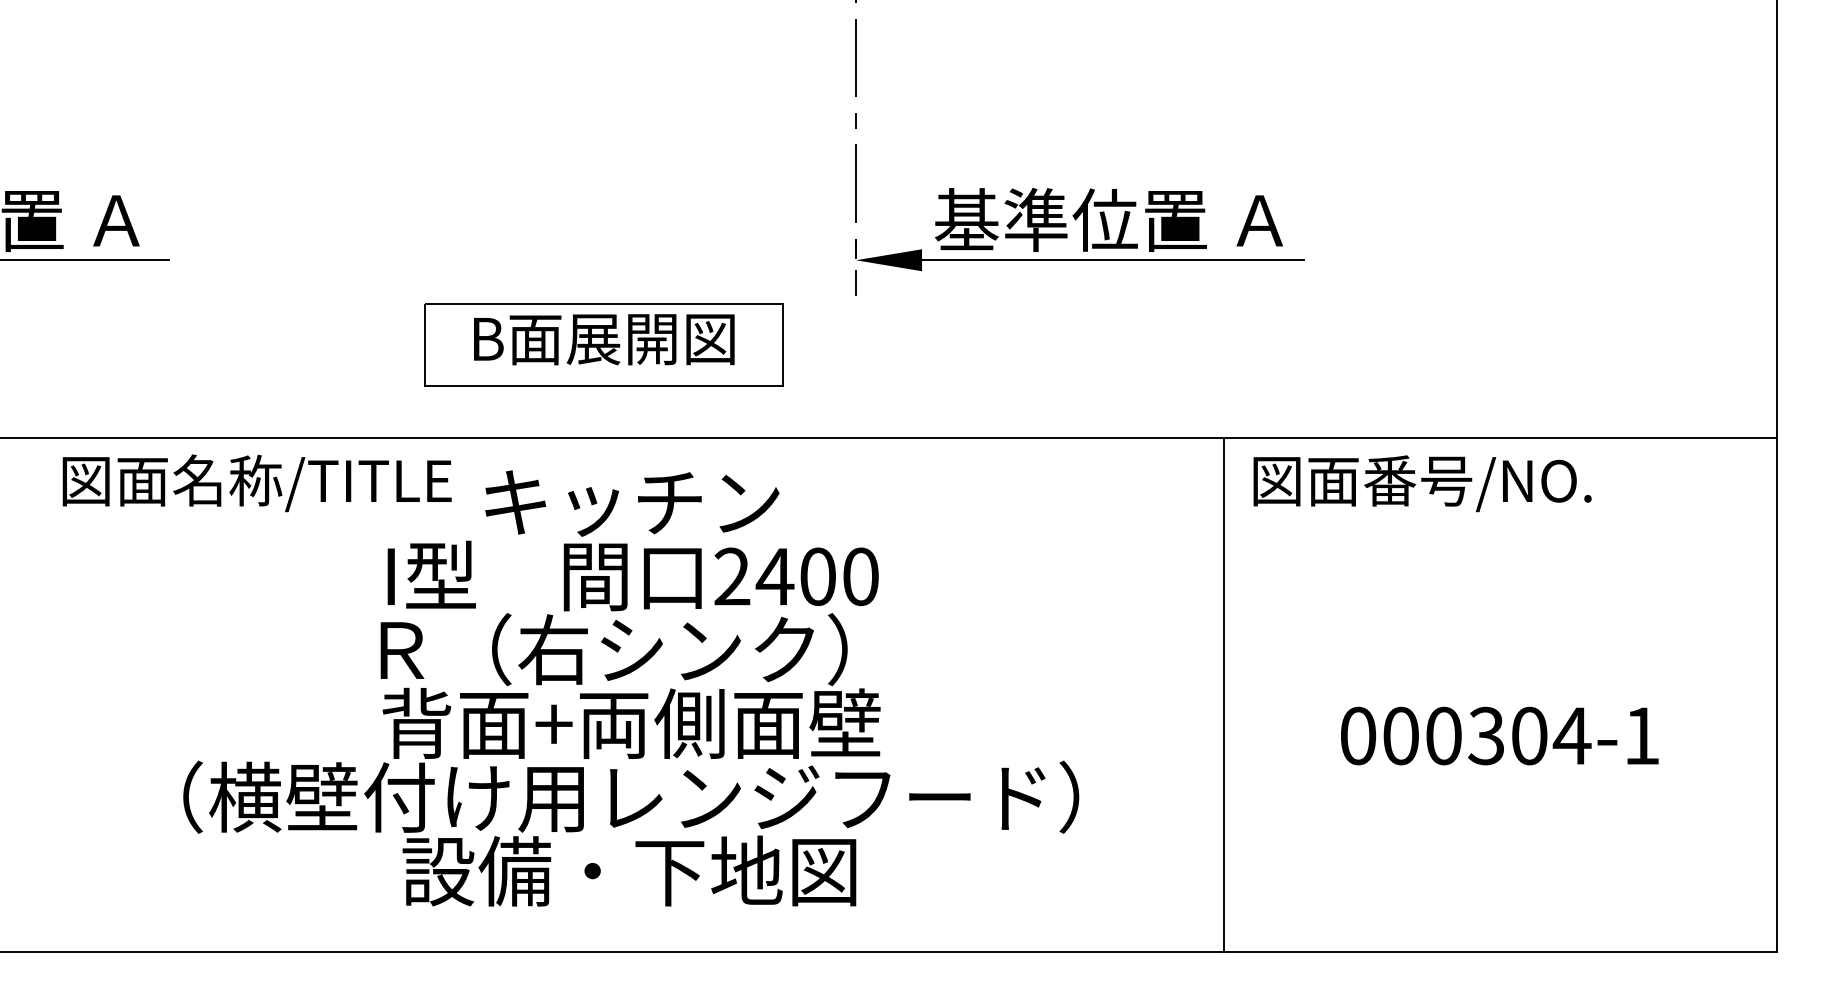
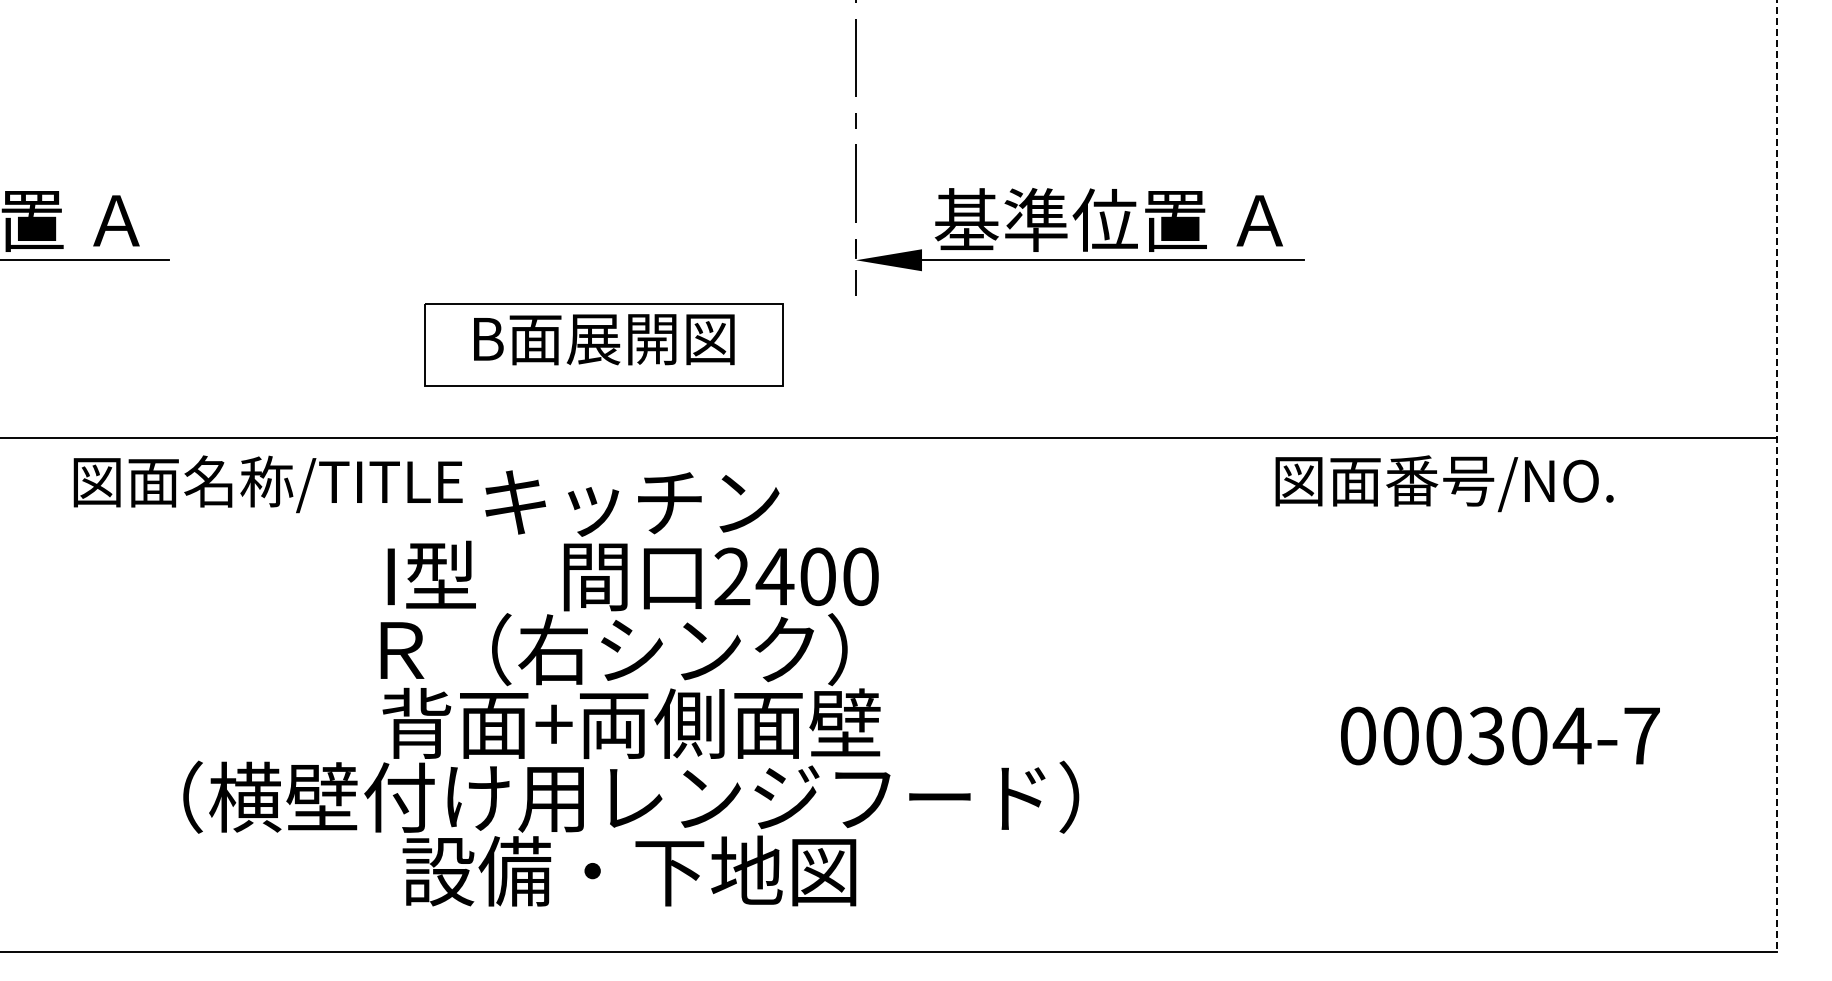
line at (1777, 476): solid -> dashed
text at (256, 483) position: (256, 483) -> (267, 484)
text at (1422, 483) position: (1422, 483) -> (1444, 483)
line at (1223, 694): present -> none
text at (1641, 735): 000304-1 -> 000304-7
